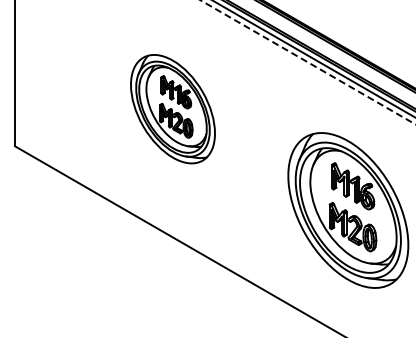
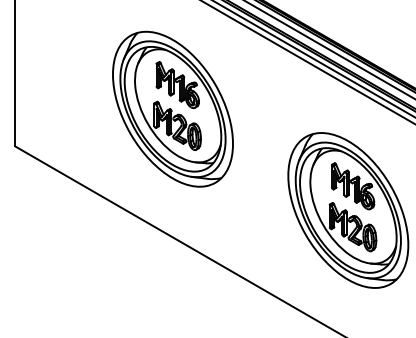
line at (329, 49): none -> present
line at (307, 62): dashed -> solid
part at (172, 109) size: 86x111 px -> 122x158 px
